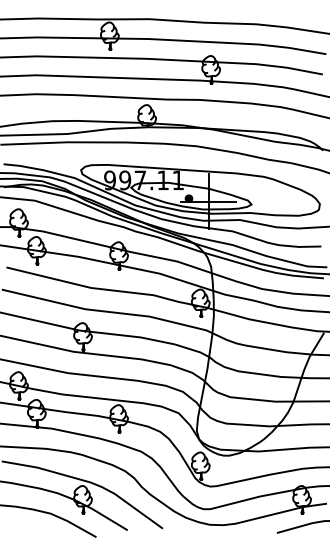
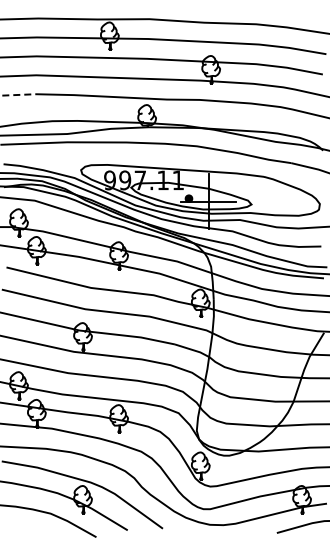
line at (18, 94): solid -> dashed
